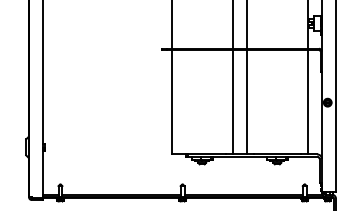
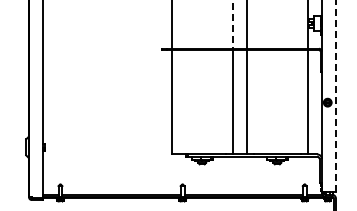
line at (232, 24): solid -> dashed
line at (335, 95): solid -> dashed
